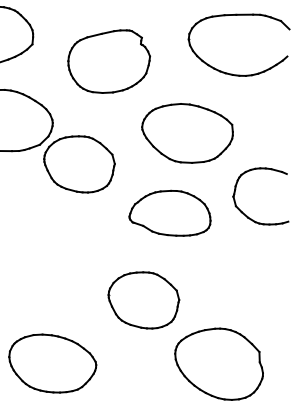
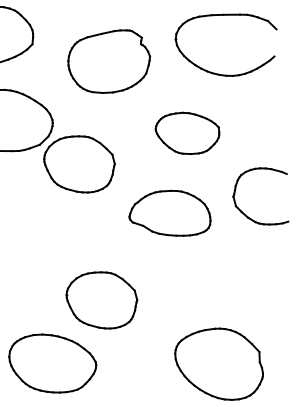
part at (238, 15) position: (238, 15) -> (225, 15)
part at (187, 133) size: 93x61 px -> 67x44 px
part at (143, 300) position: (143, 300) -> (101, 300)
